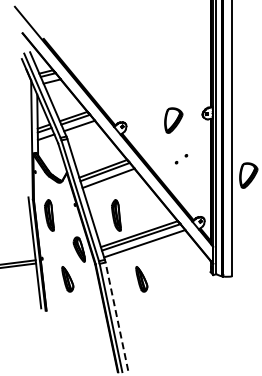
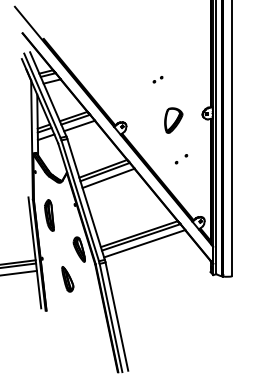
part at (157, 79): none -> present
part at (248, 175): present -> none
part at (116, 215): present -> none
line at (19, 272): none -> present
part at (141, 279): present -> none
line at (116, 316): dashed -> solid
